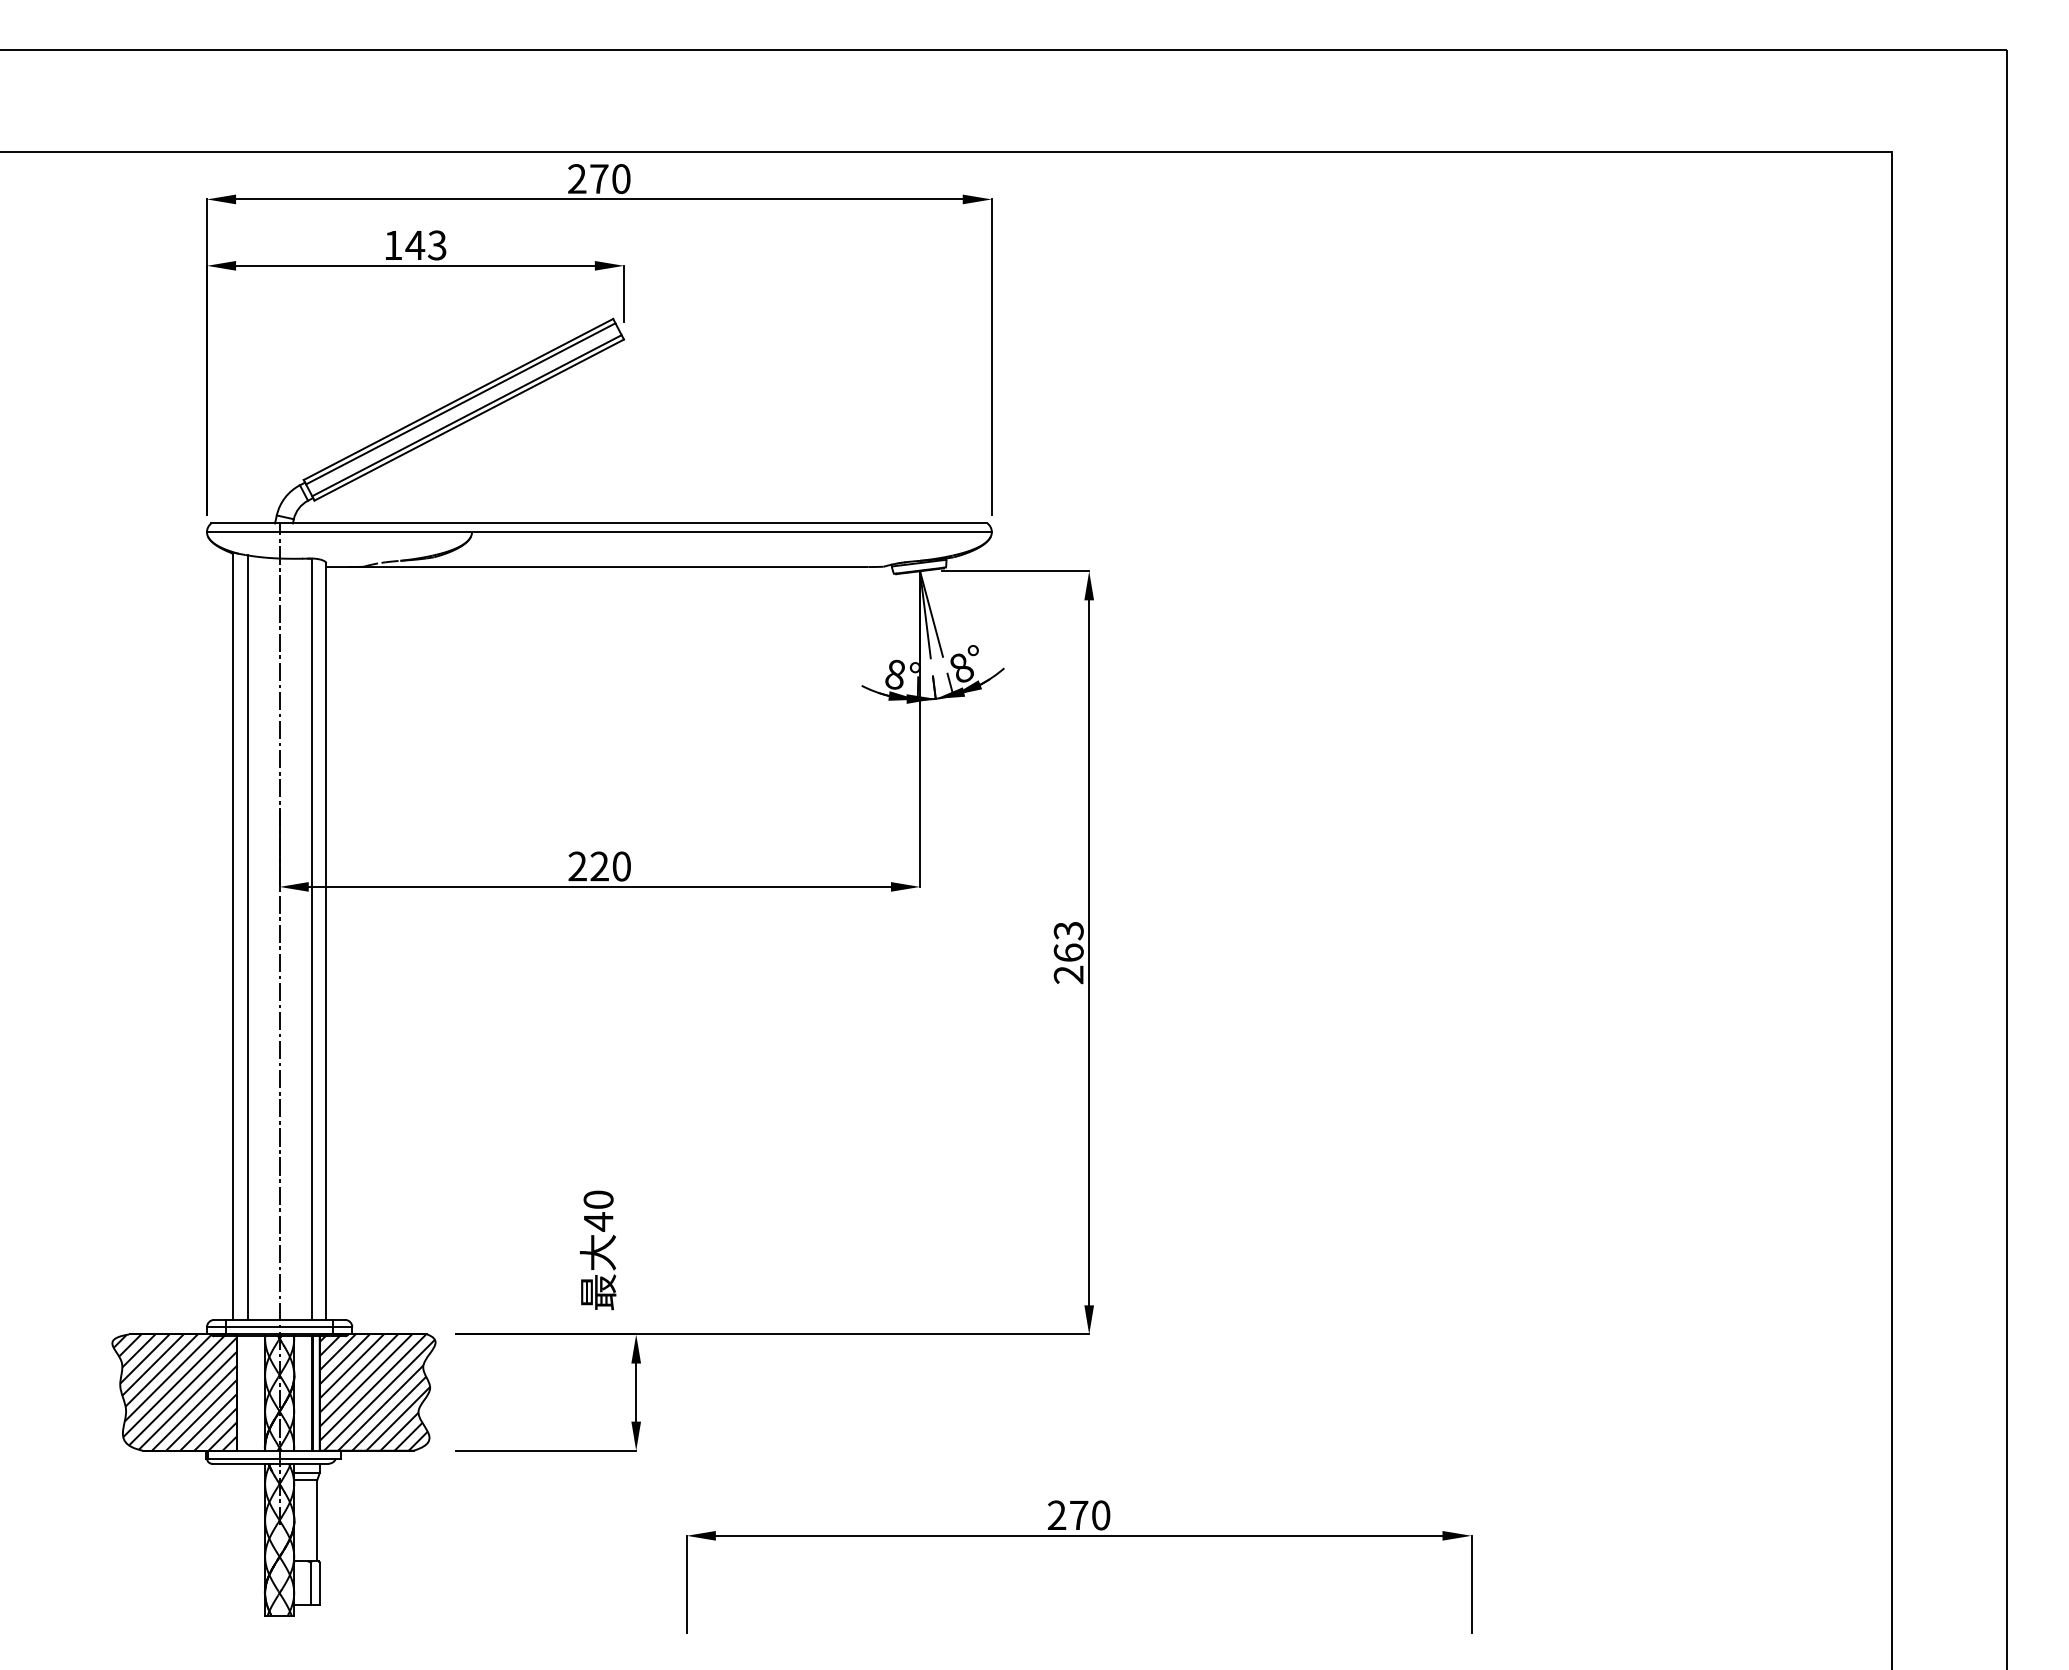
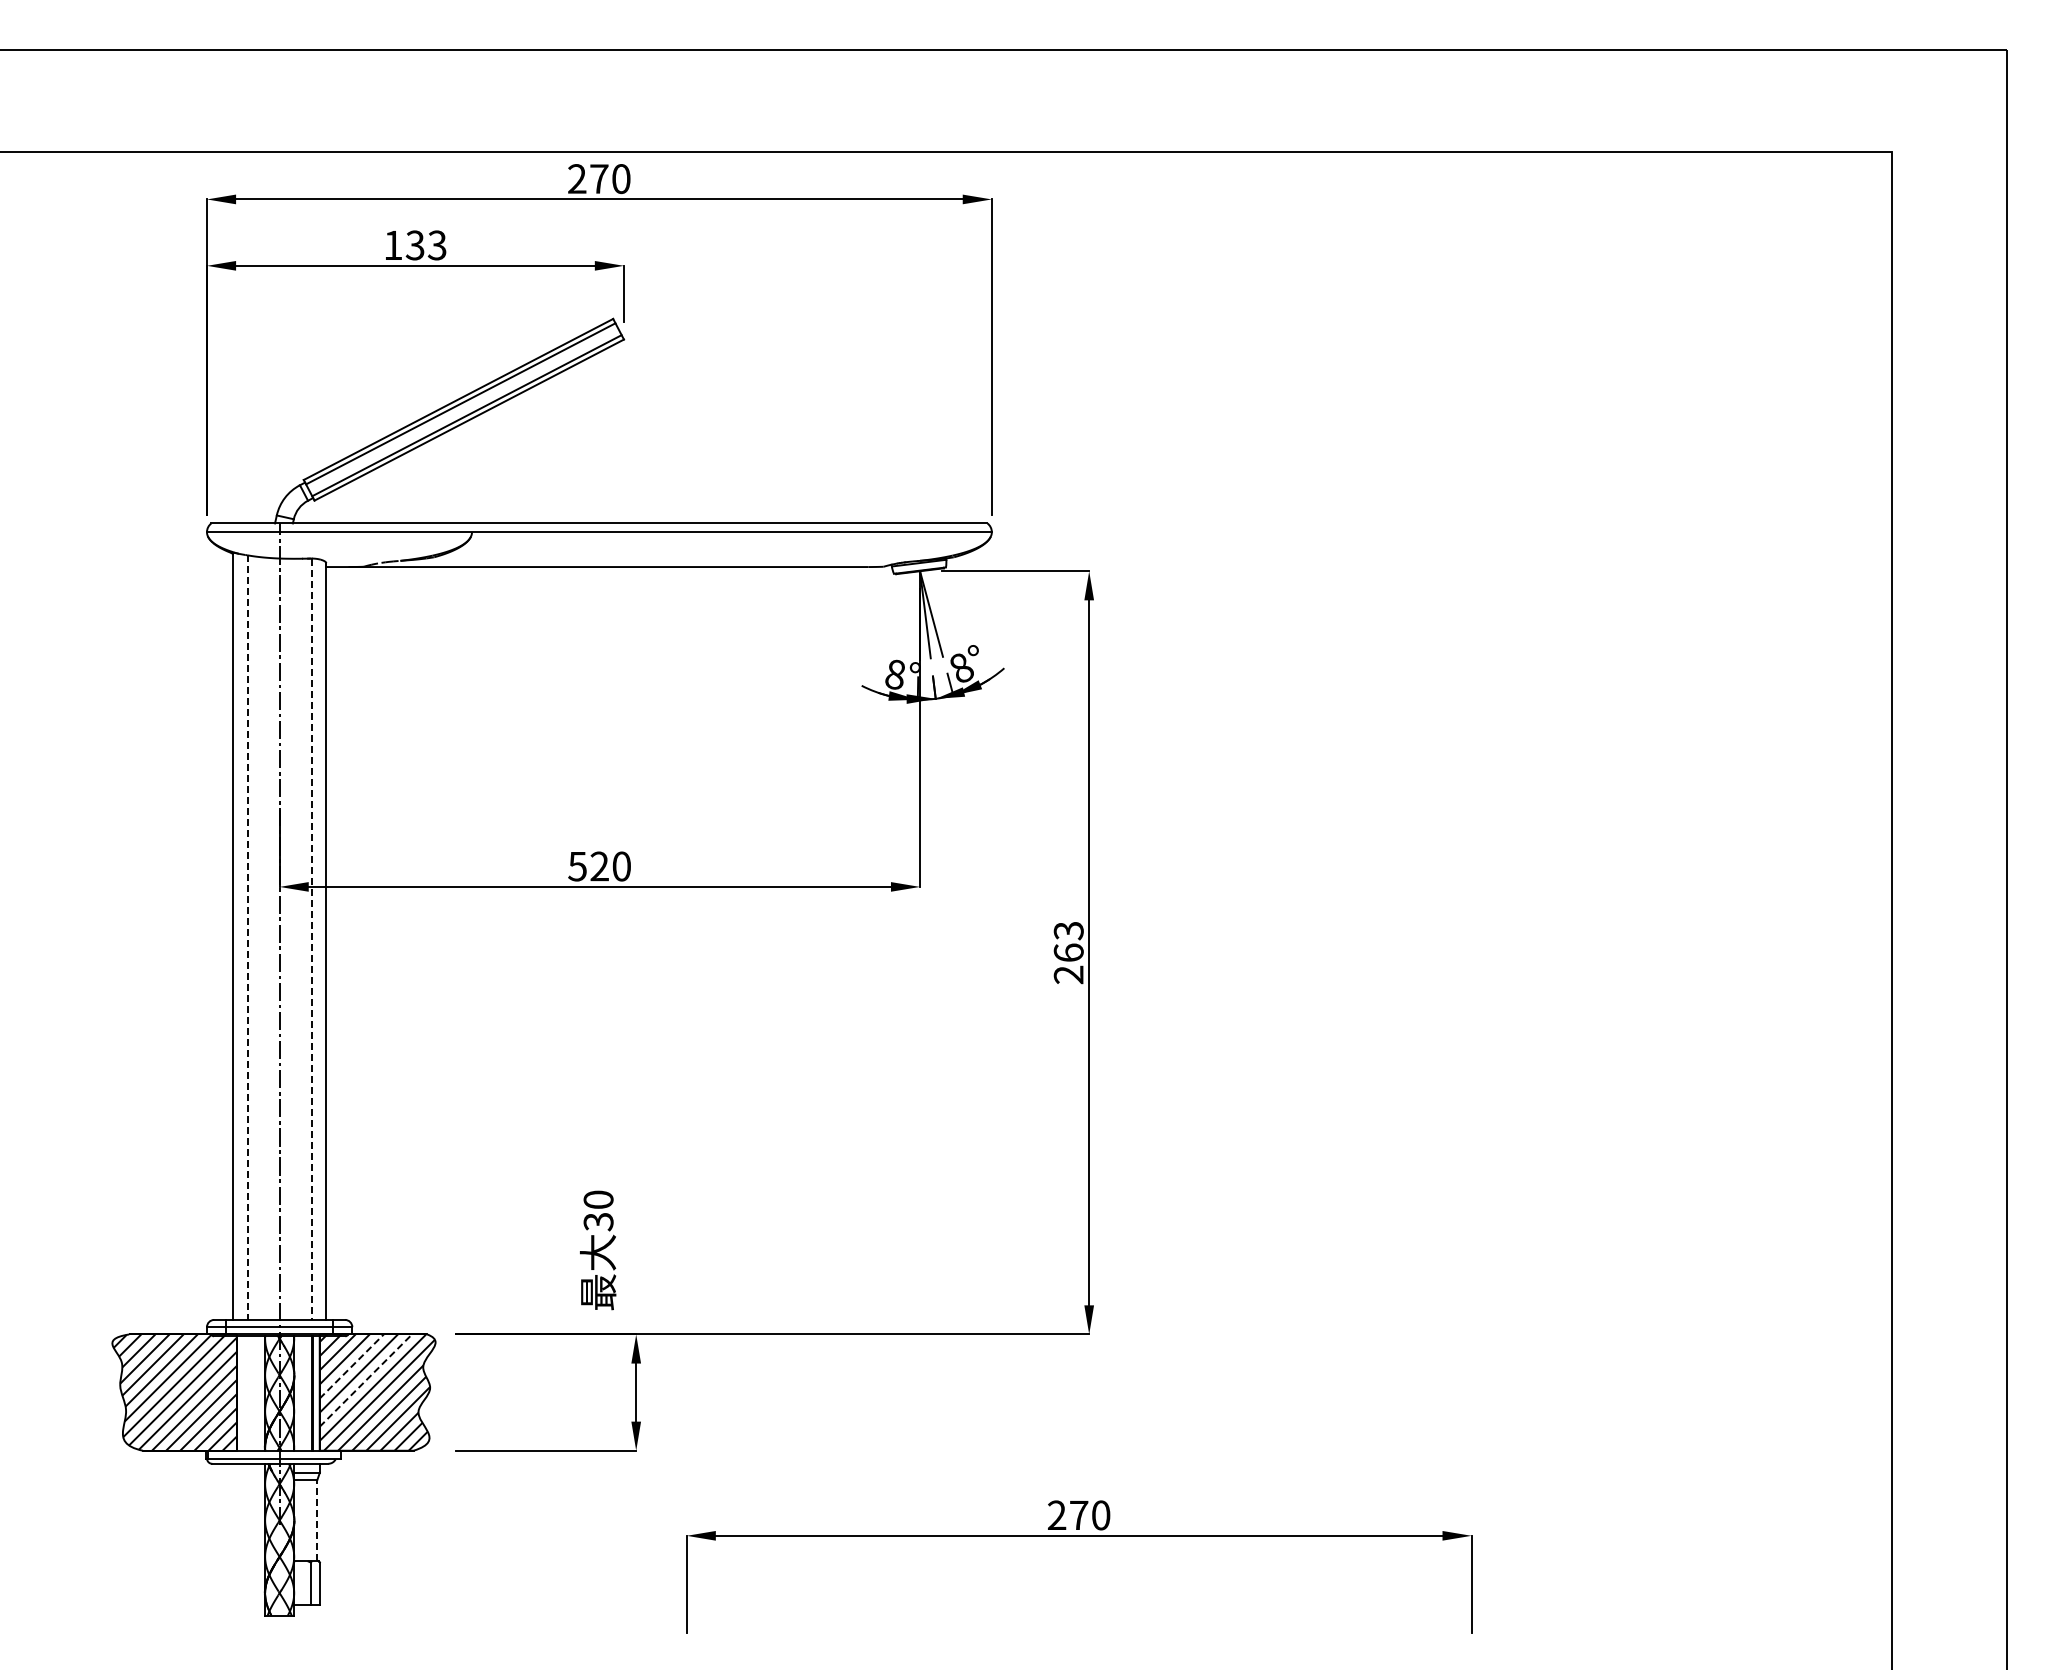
text at (415, 245): 143 -> 133
text at (577, 866): 220 -> 520
line at (247, 938): solid -> dashed
line at (311, 939): solid -> dashed
text at (598, 1221): 40 -> 30
line at (352, 1366): solid -> dashed
line at (366, 1380): solid -> dashed
line at (317, 1520): solid -> dashed
